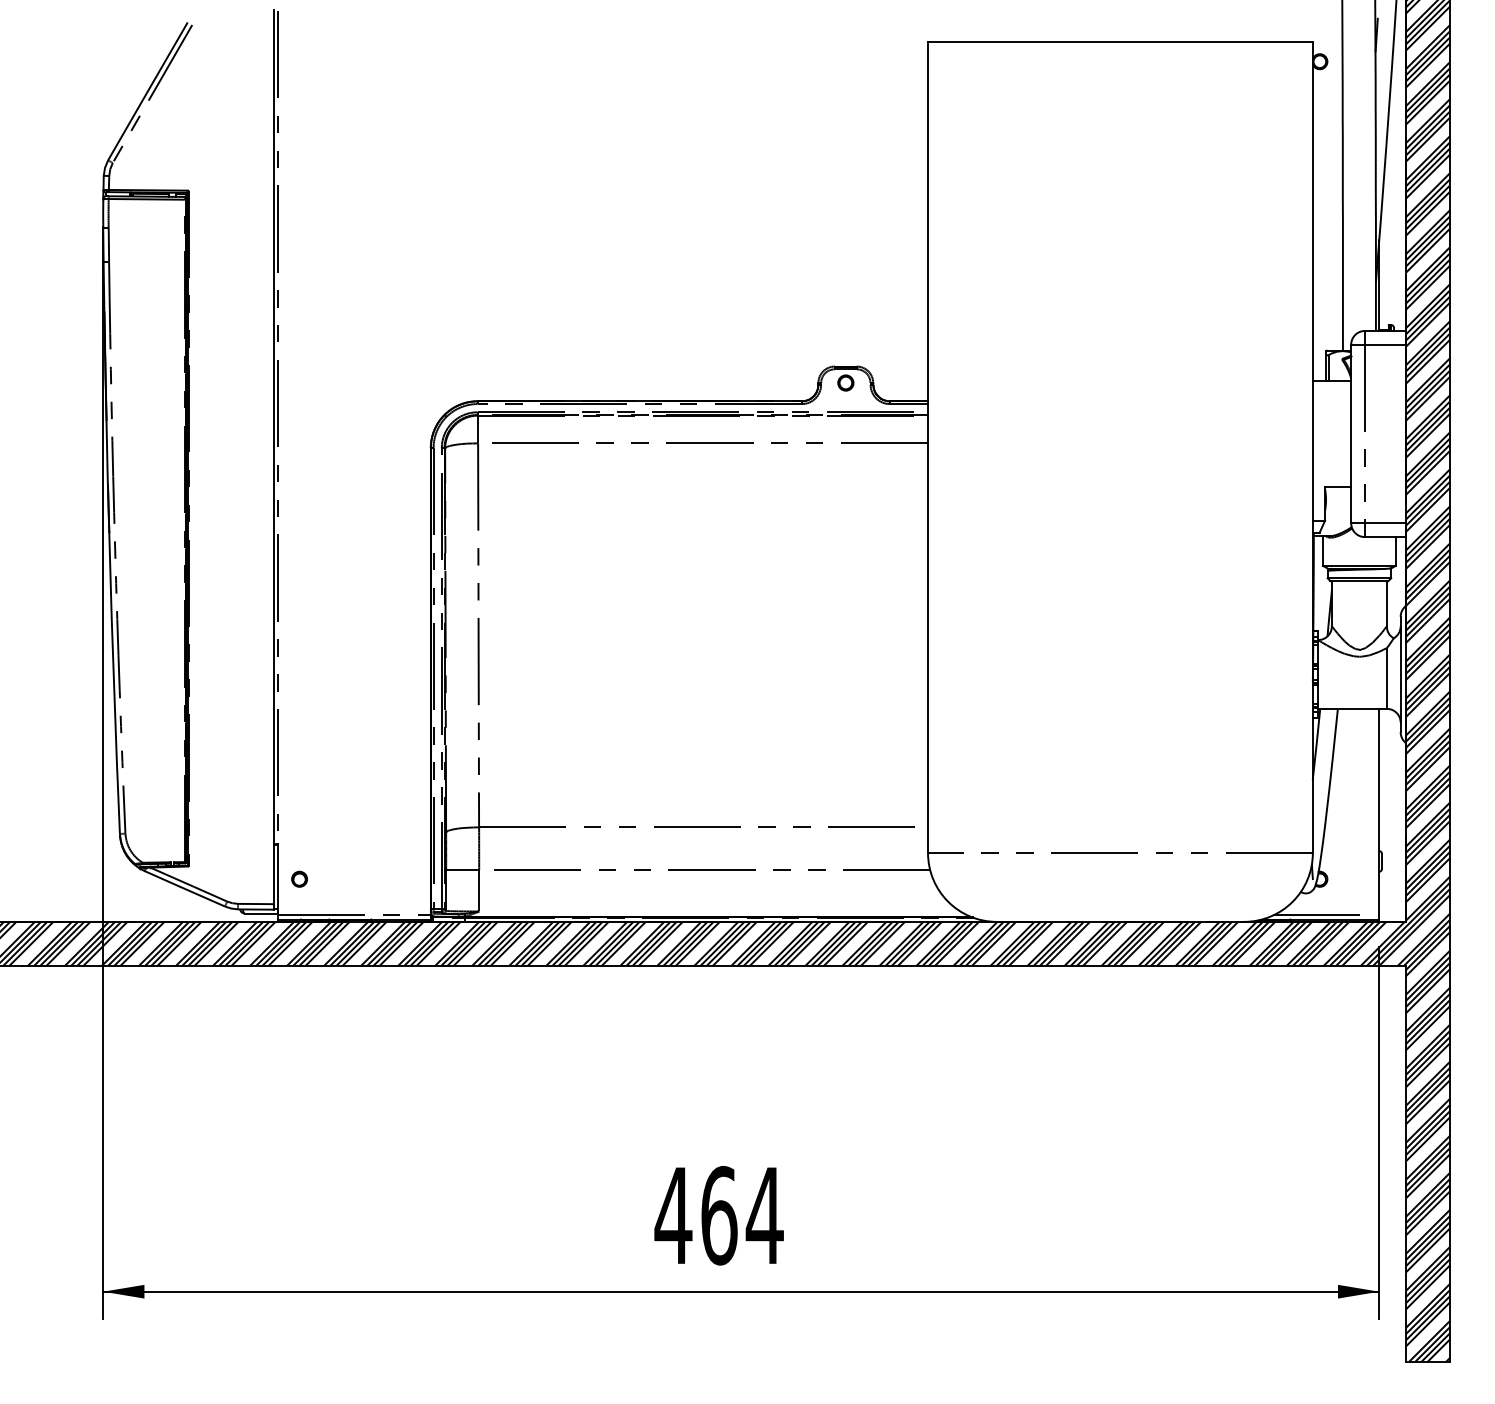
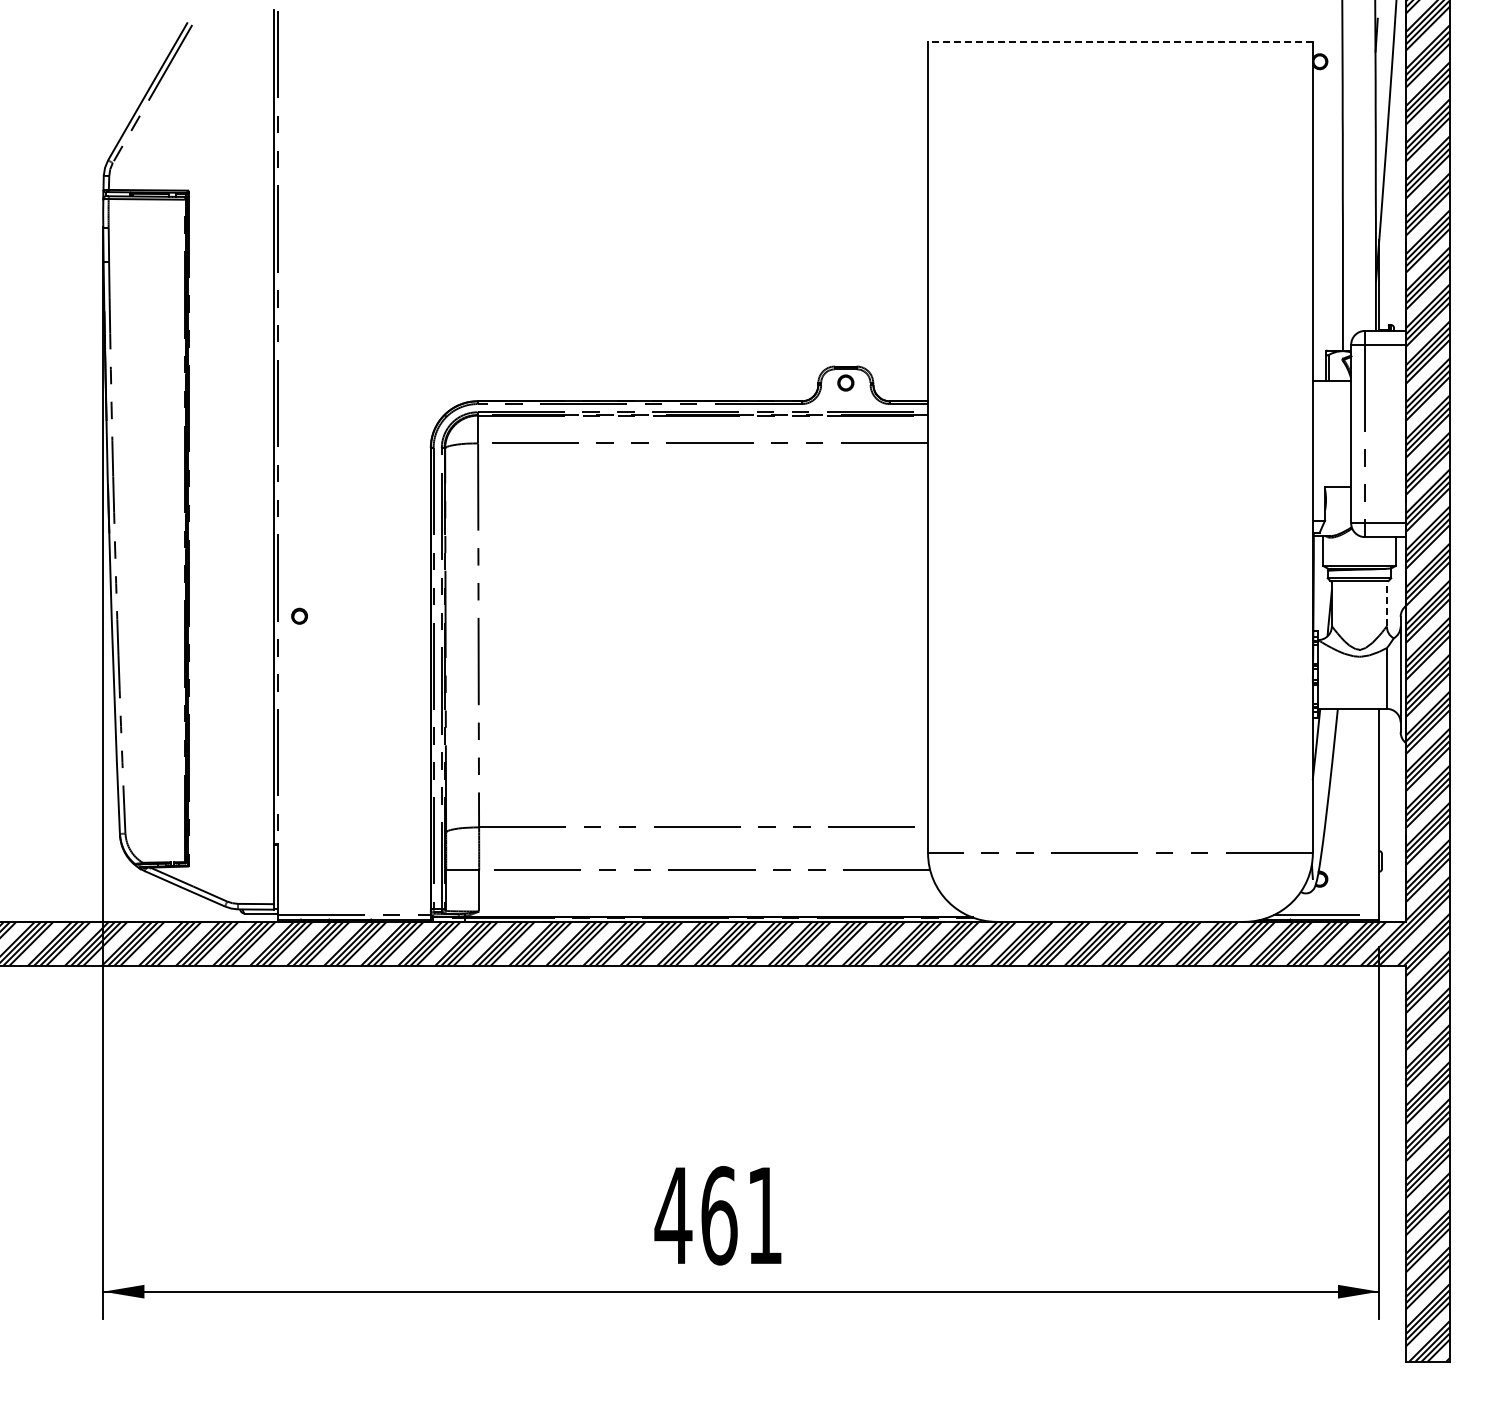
line at (1119, 42): solid -> dashed
line at (1386, 603): solid -> dashed
part at (299, 878) position: (299, 878) -> (299, 615)
text at (764, 1215): 464 -> 461
